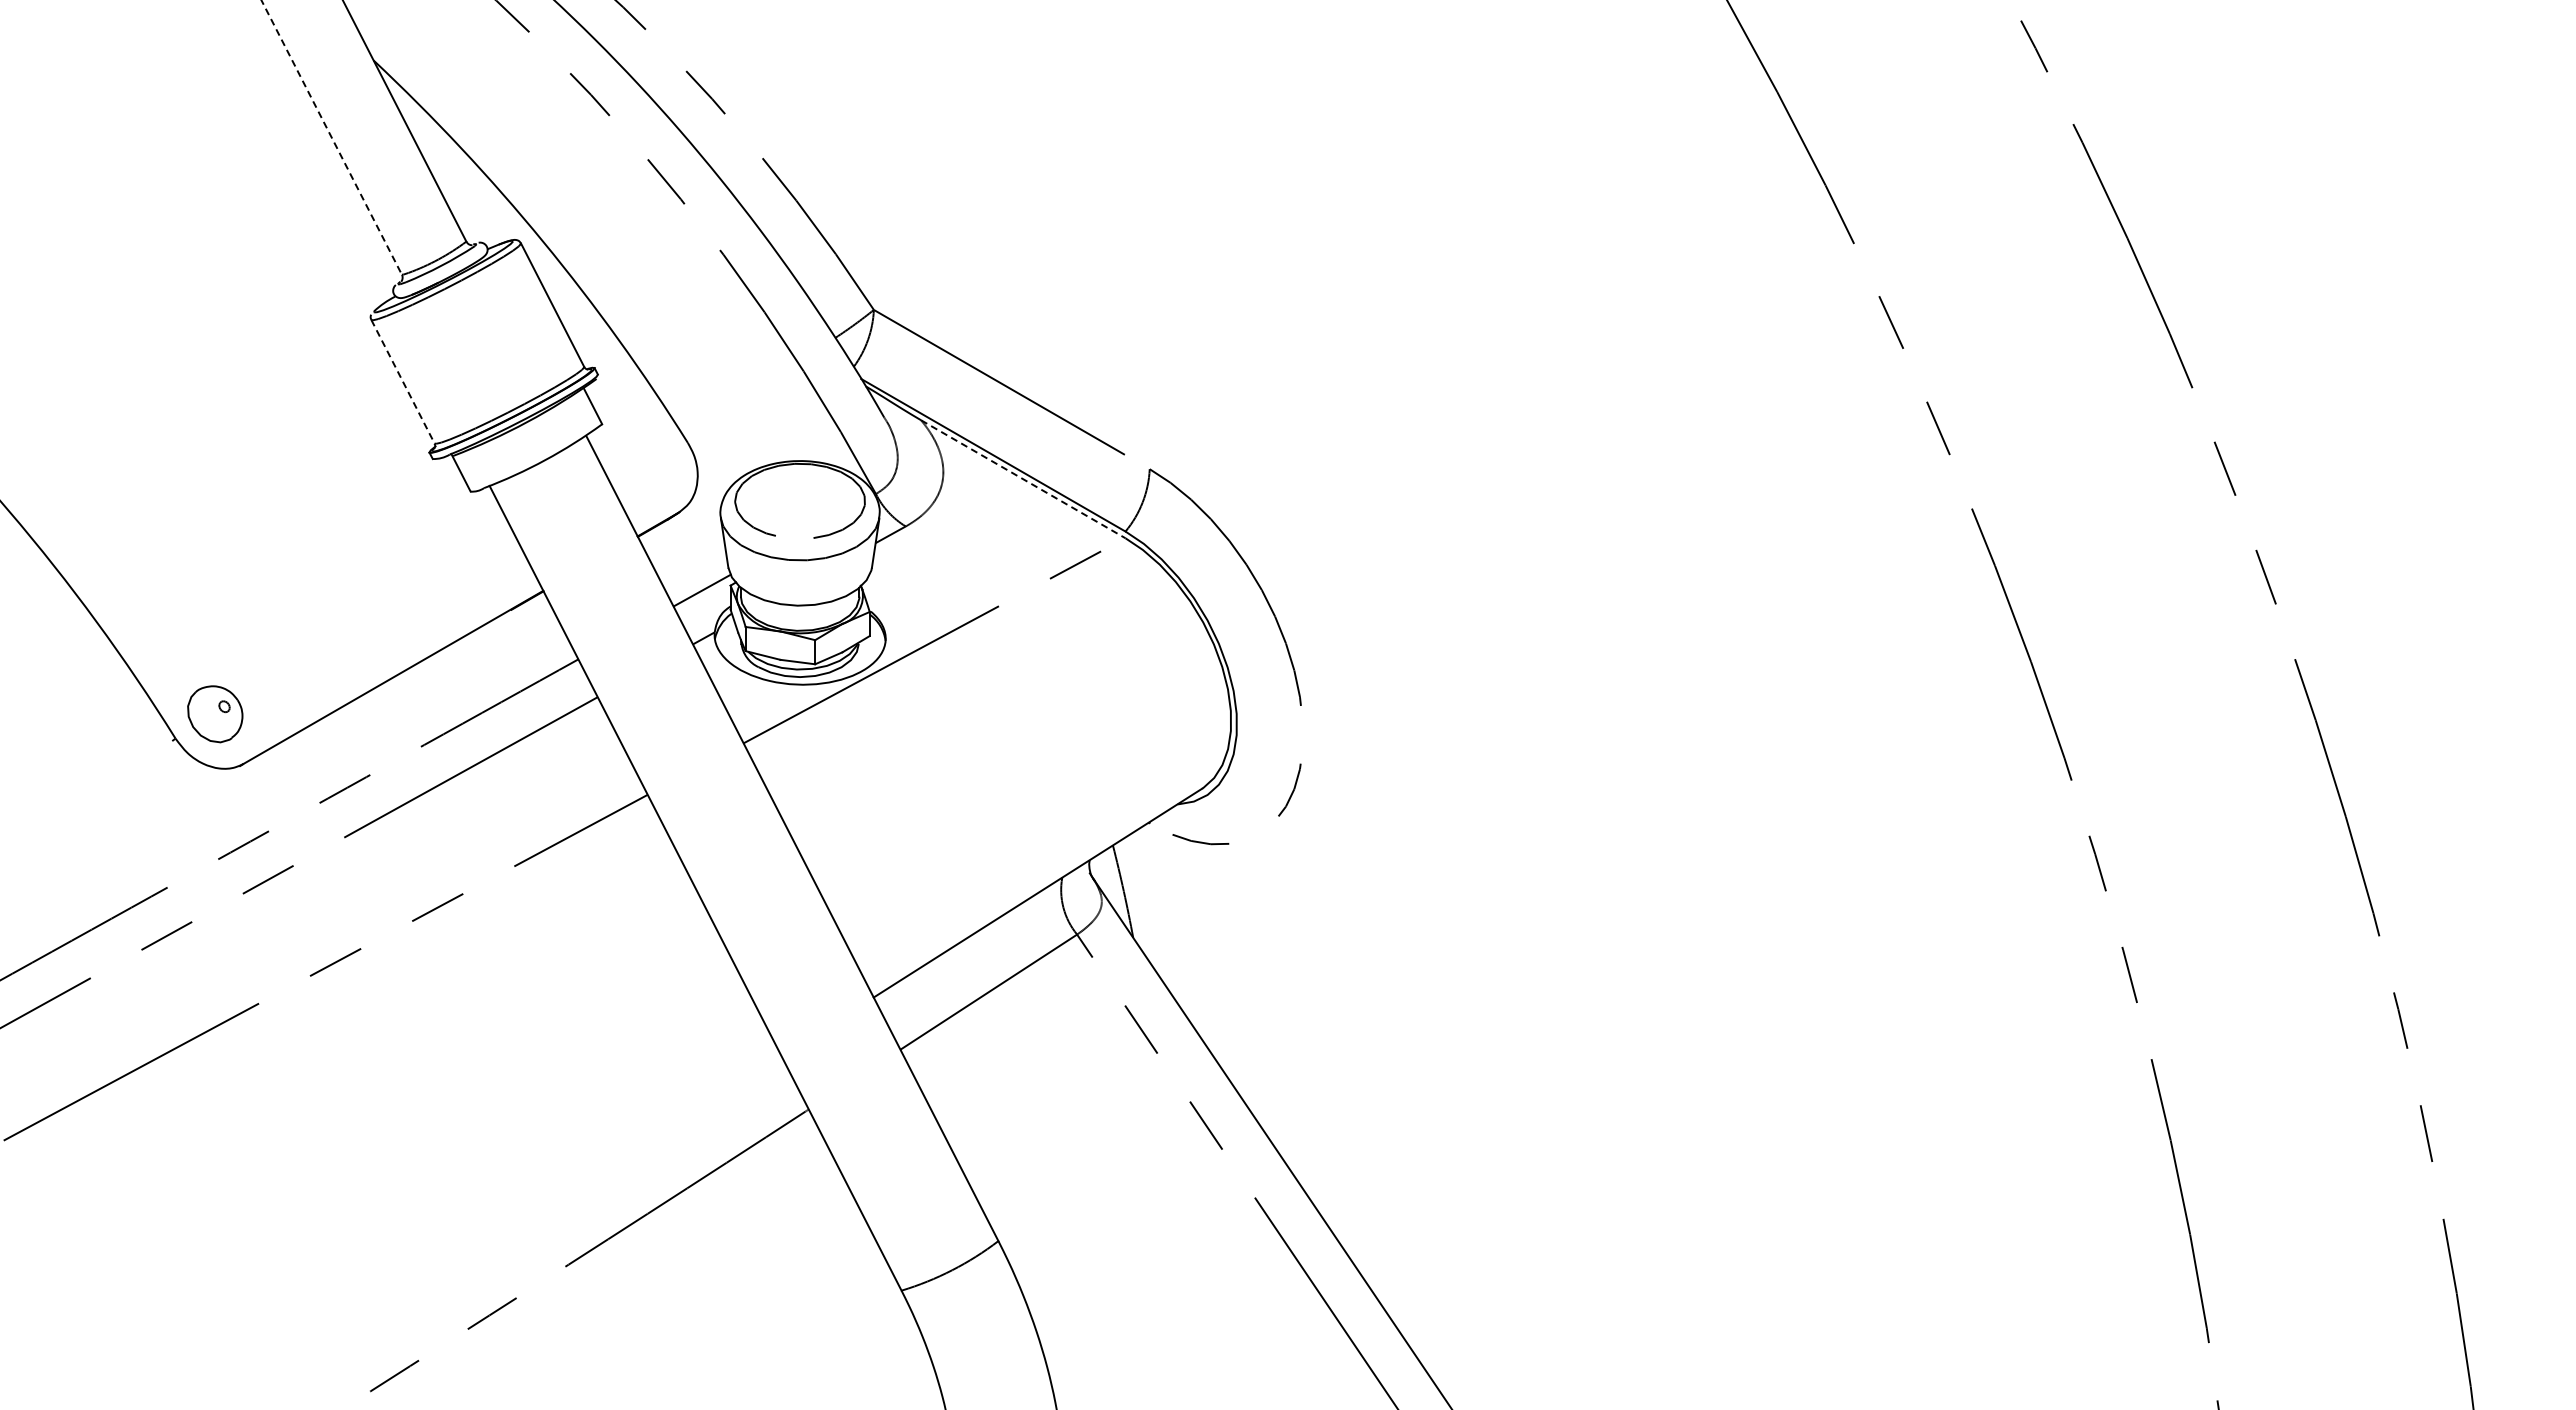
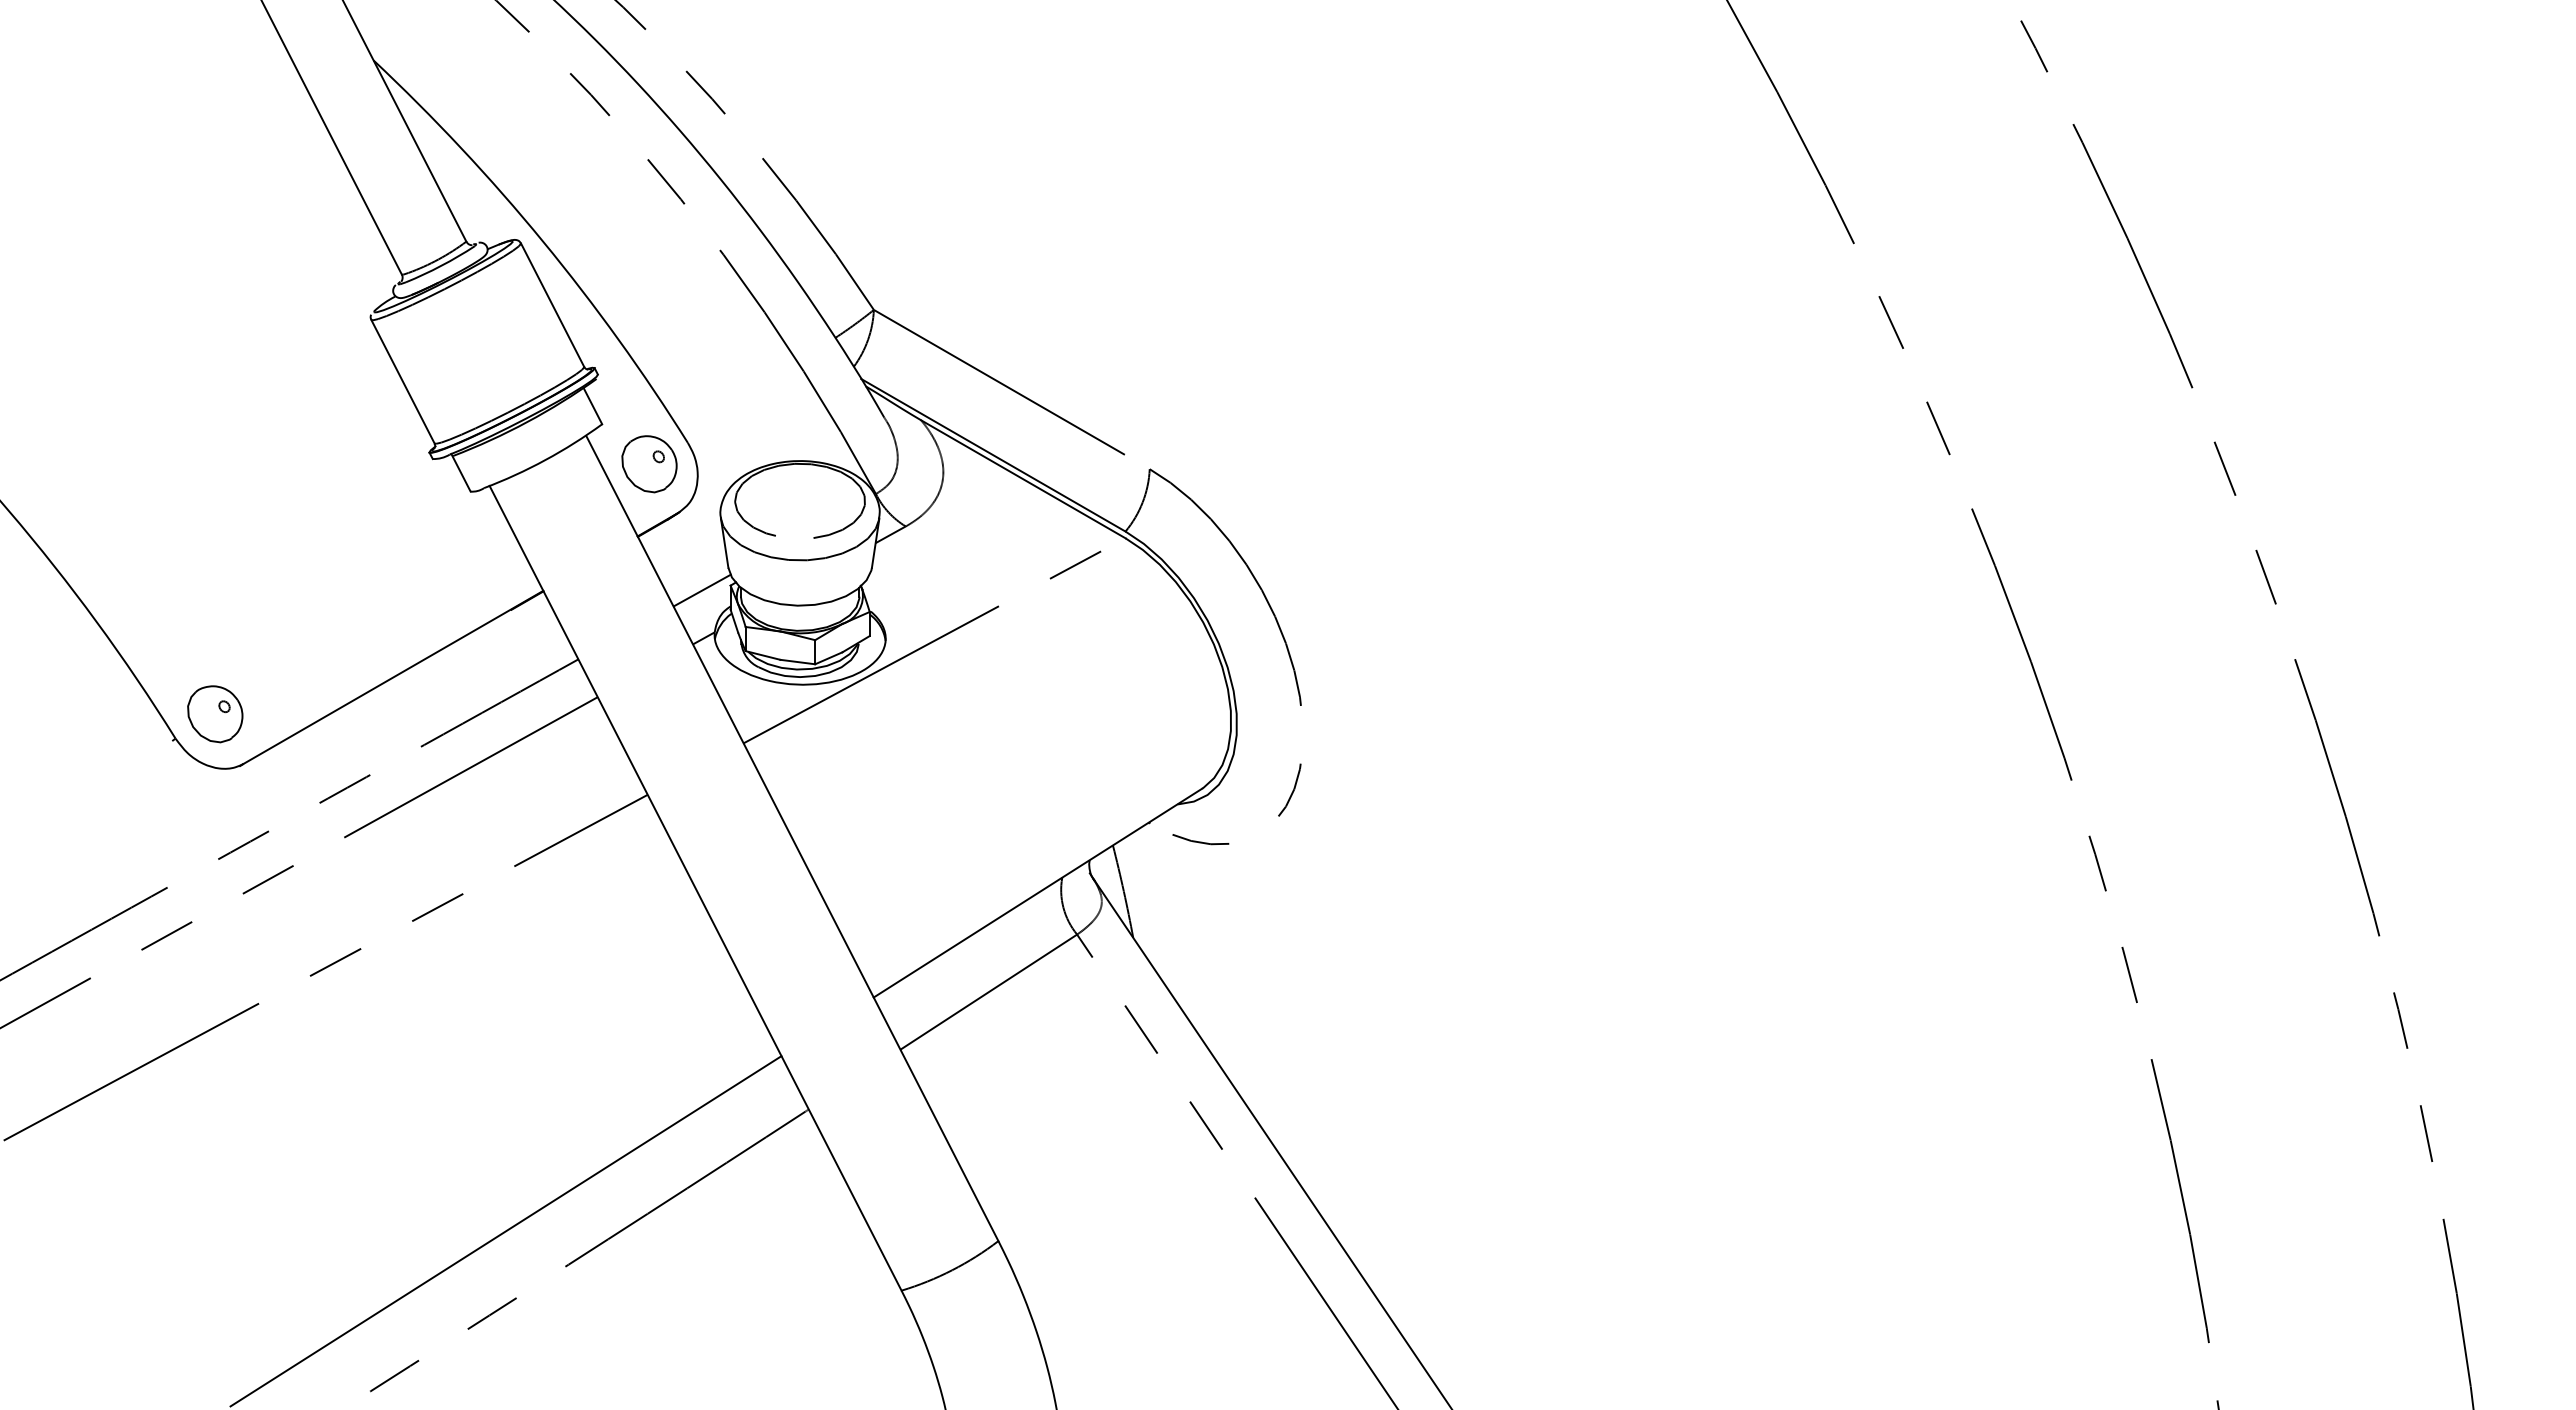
line at (331, 137): dashed -> solid
line at (403, 382): dashed -> solid
part at (649, 464): none -> present
line at (1023, 479): dashed -> solid
line at (505, 1231): none -> present
